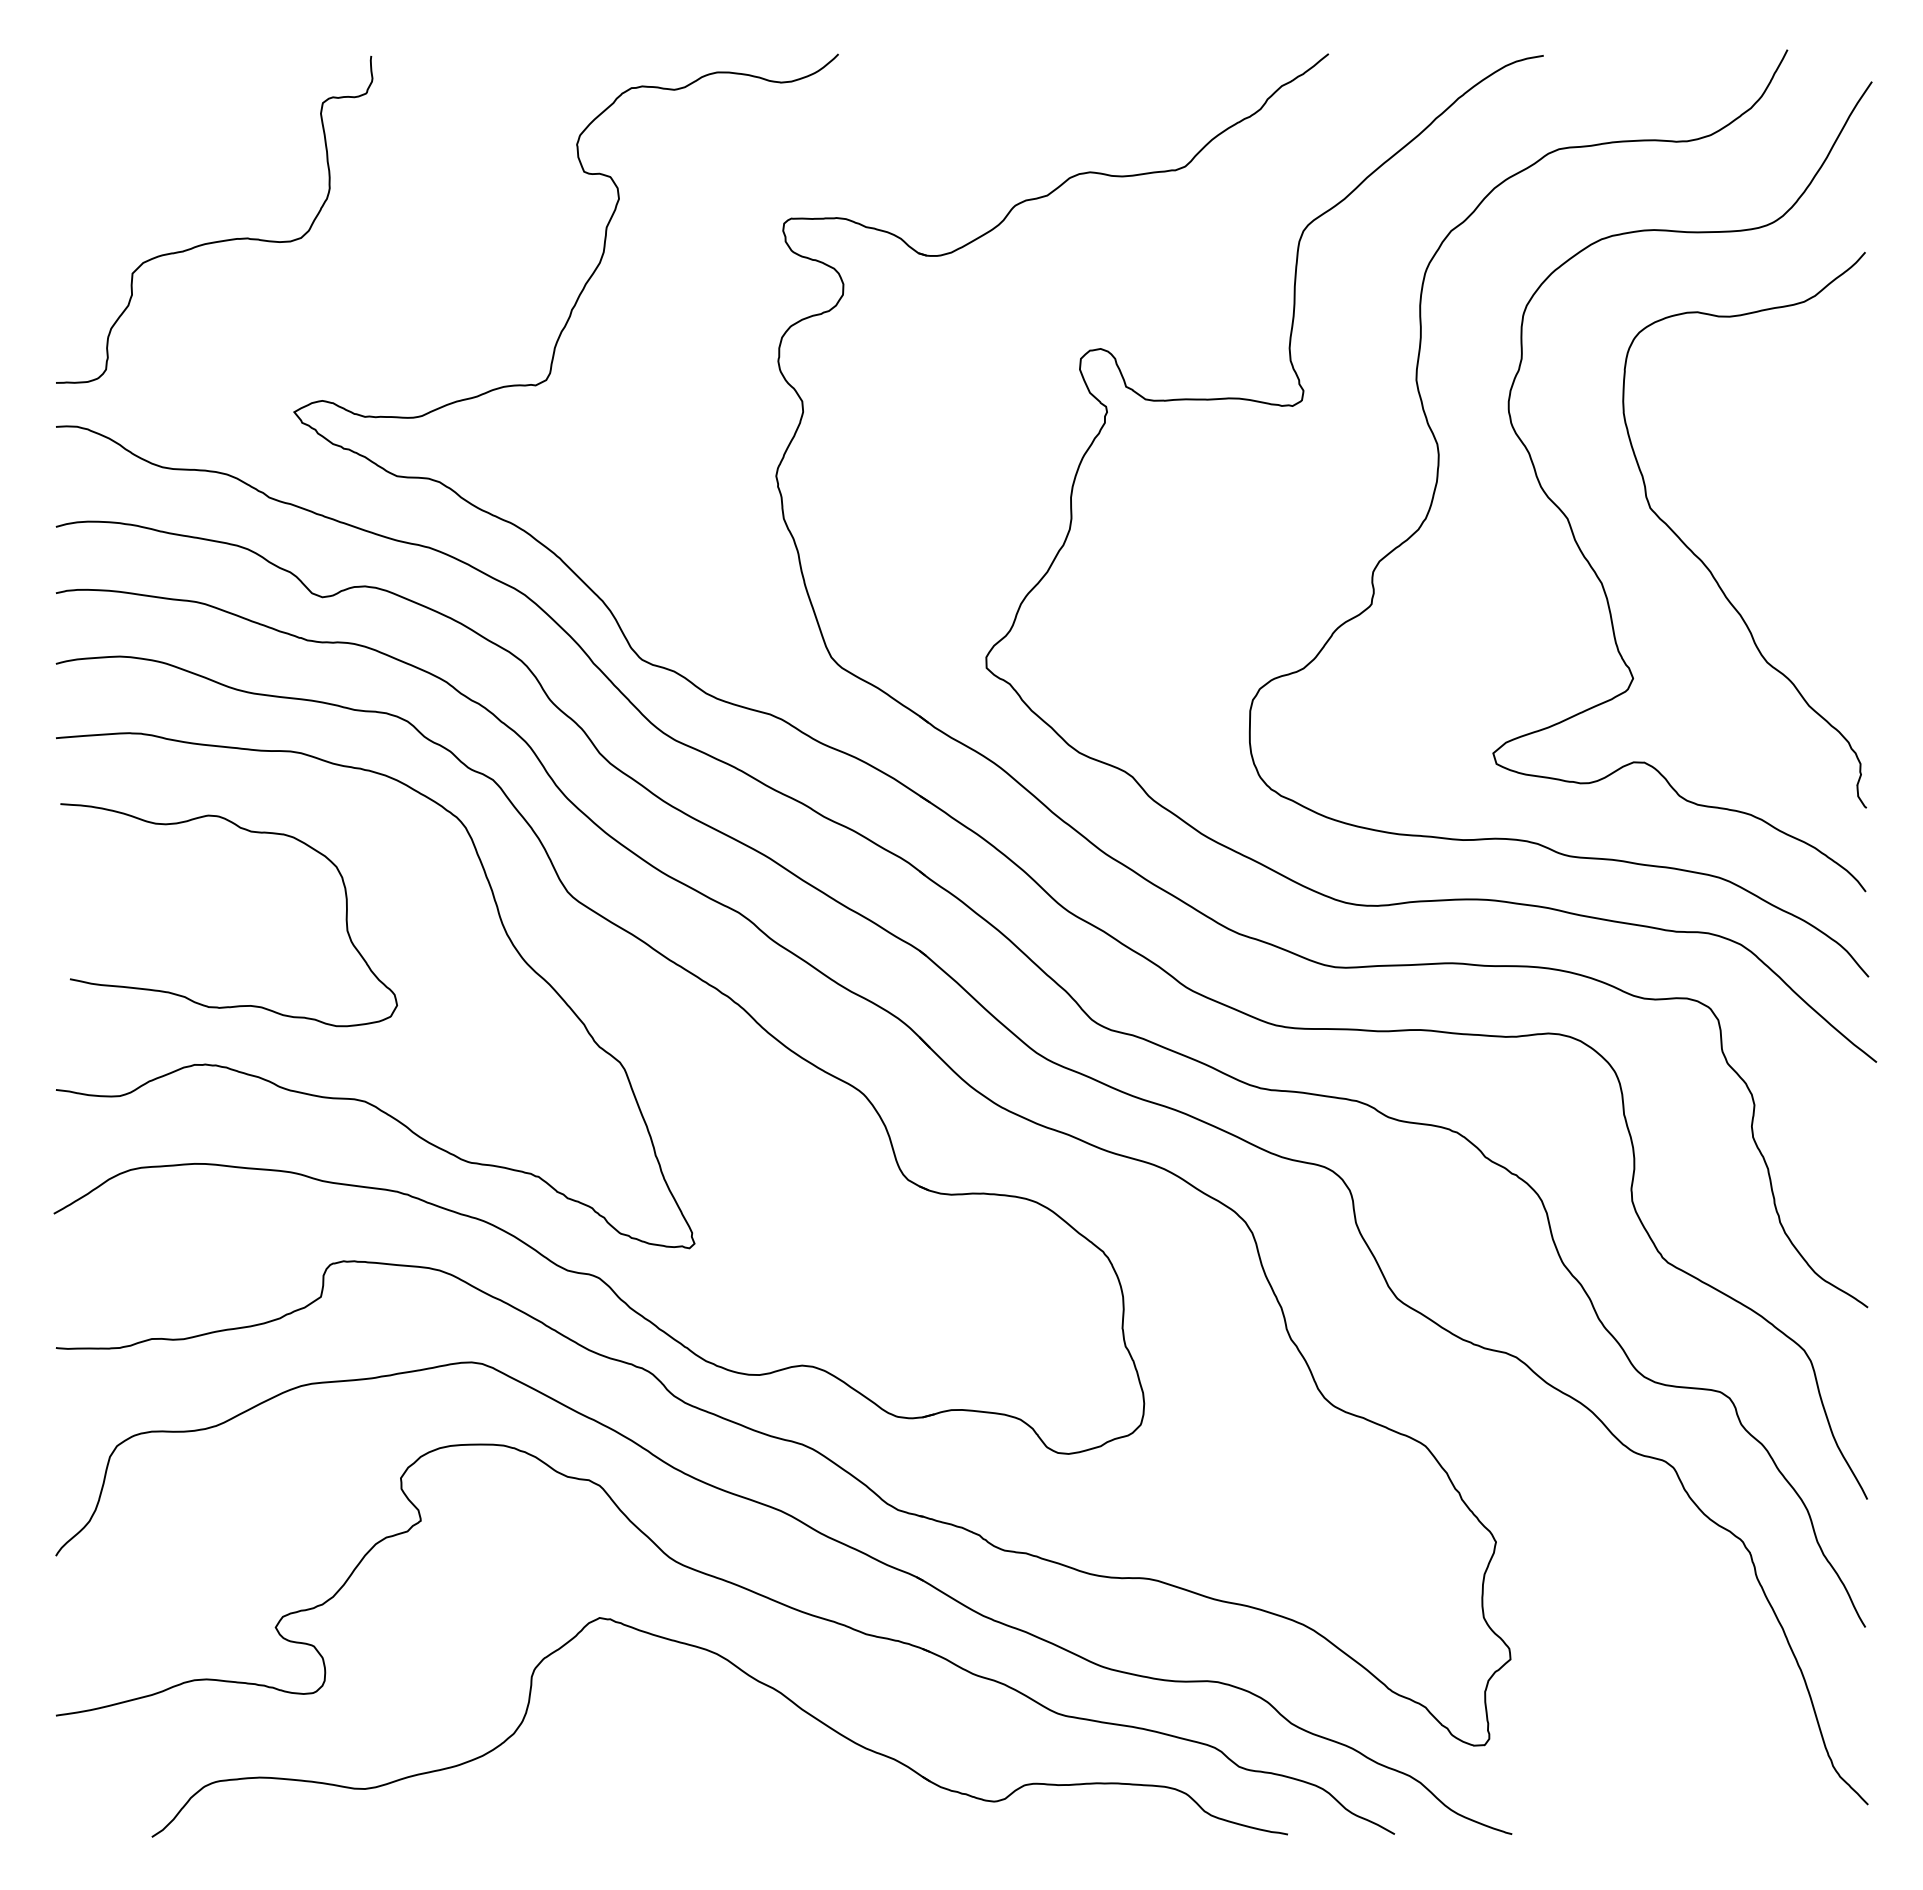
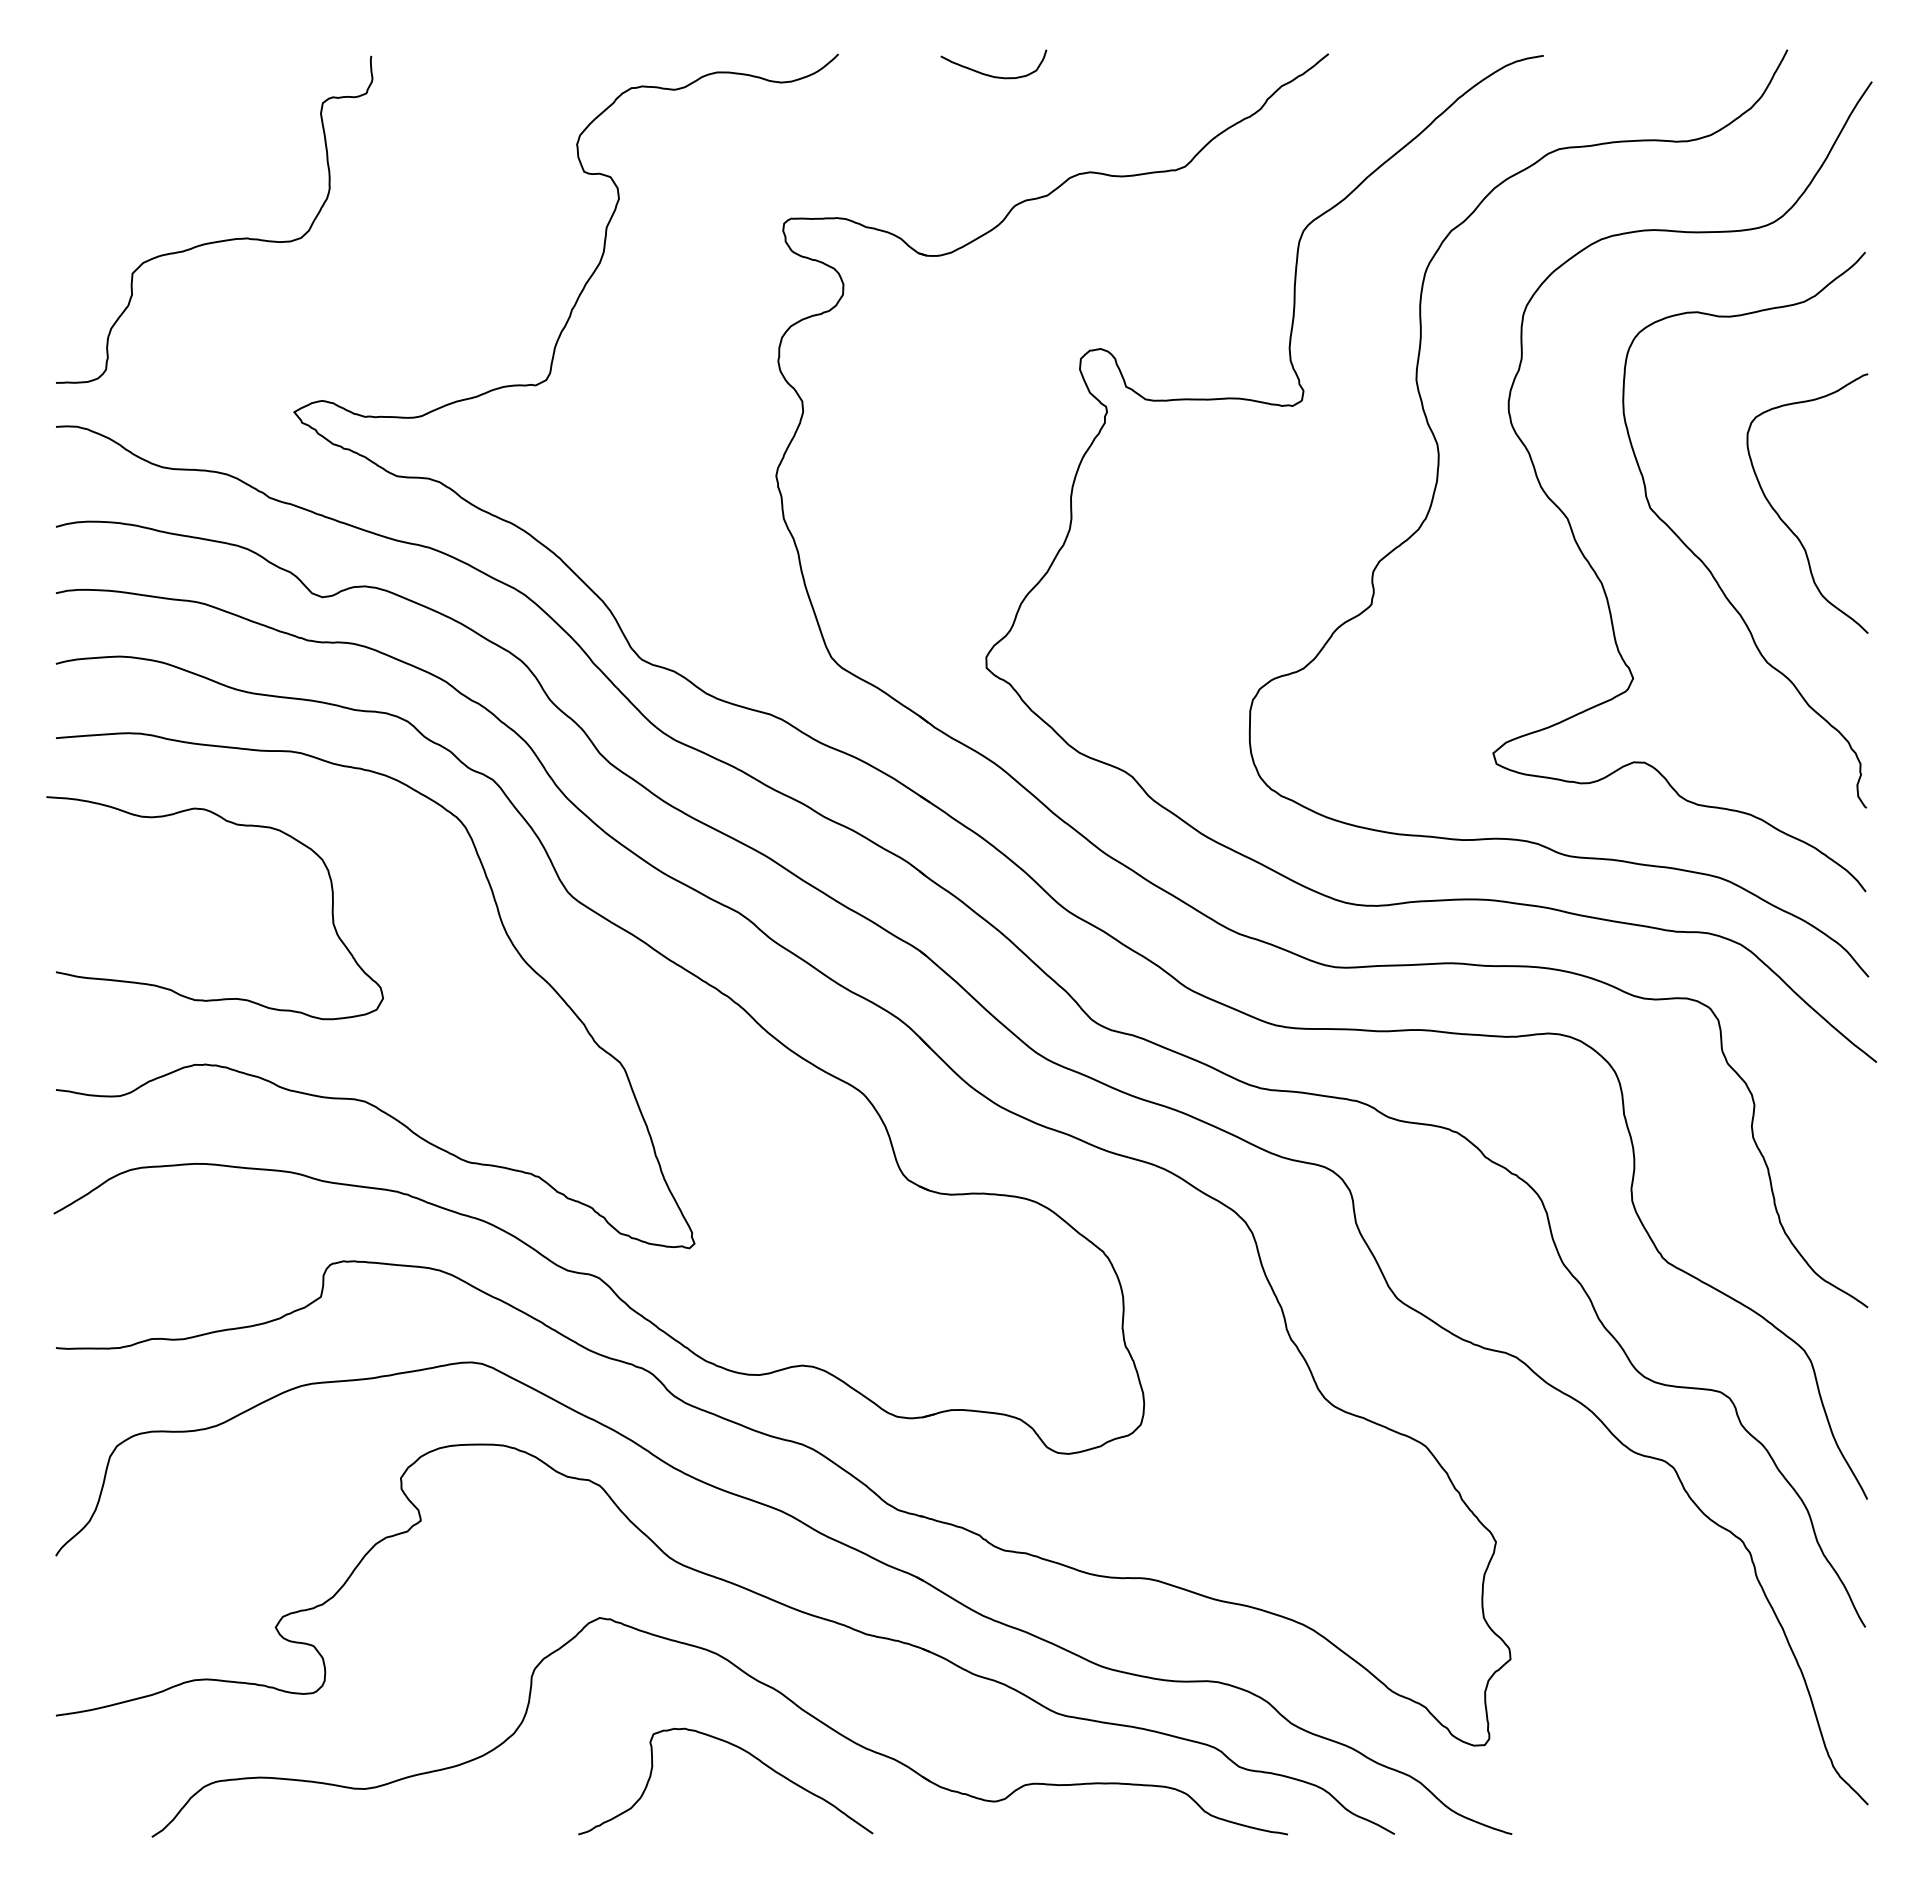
curve at (989, 74): none -> present
curve at (1786, 523): none -> present
curve at (250, 832) position: (250, 832) -> (236, 825)
curve at (745, 1752): none -> present
